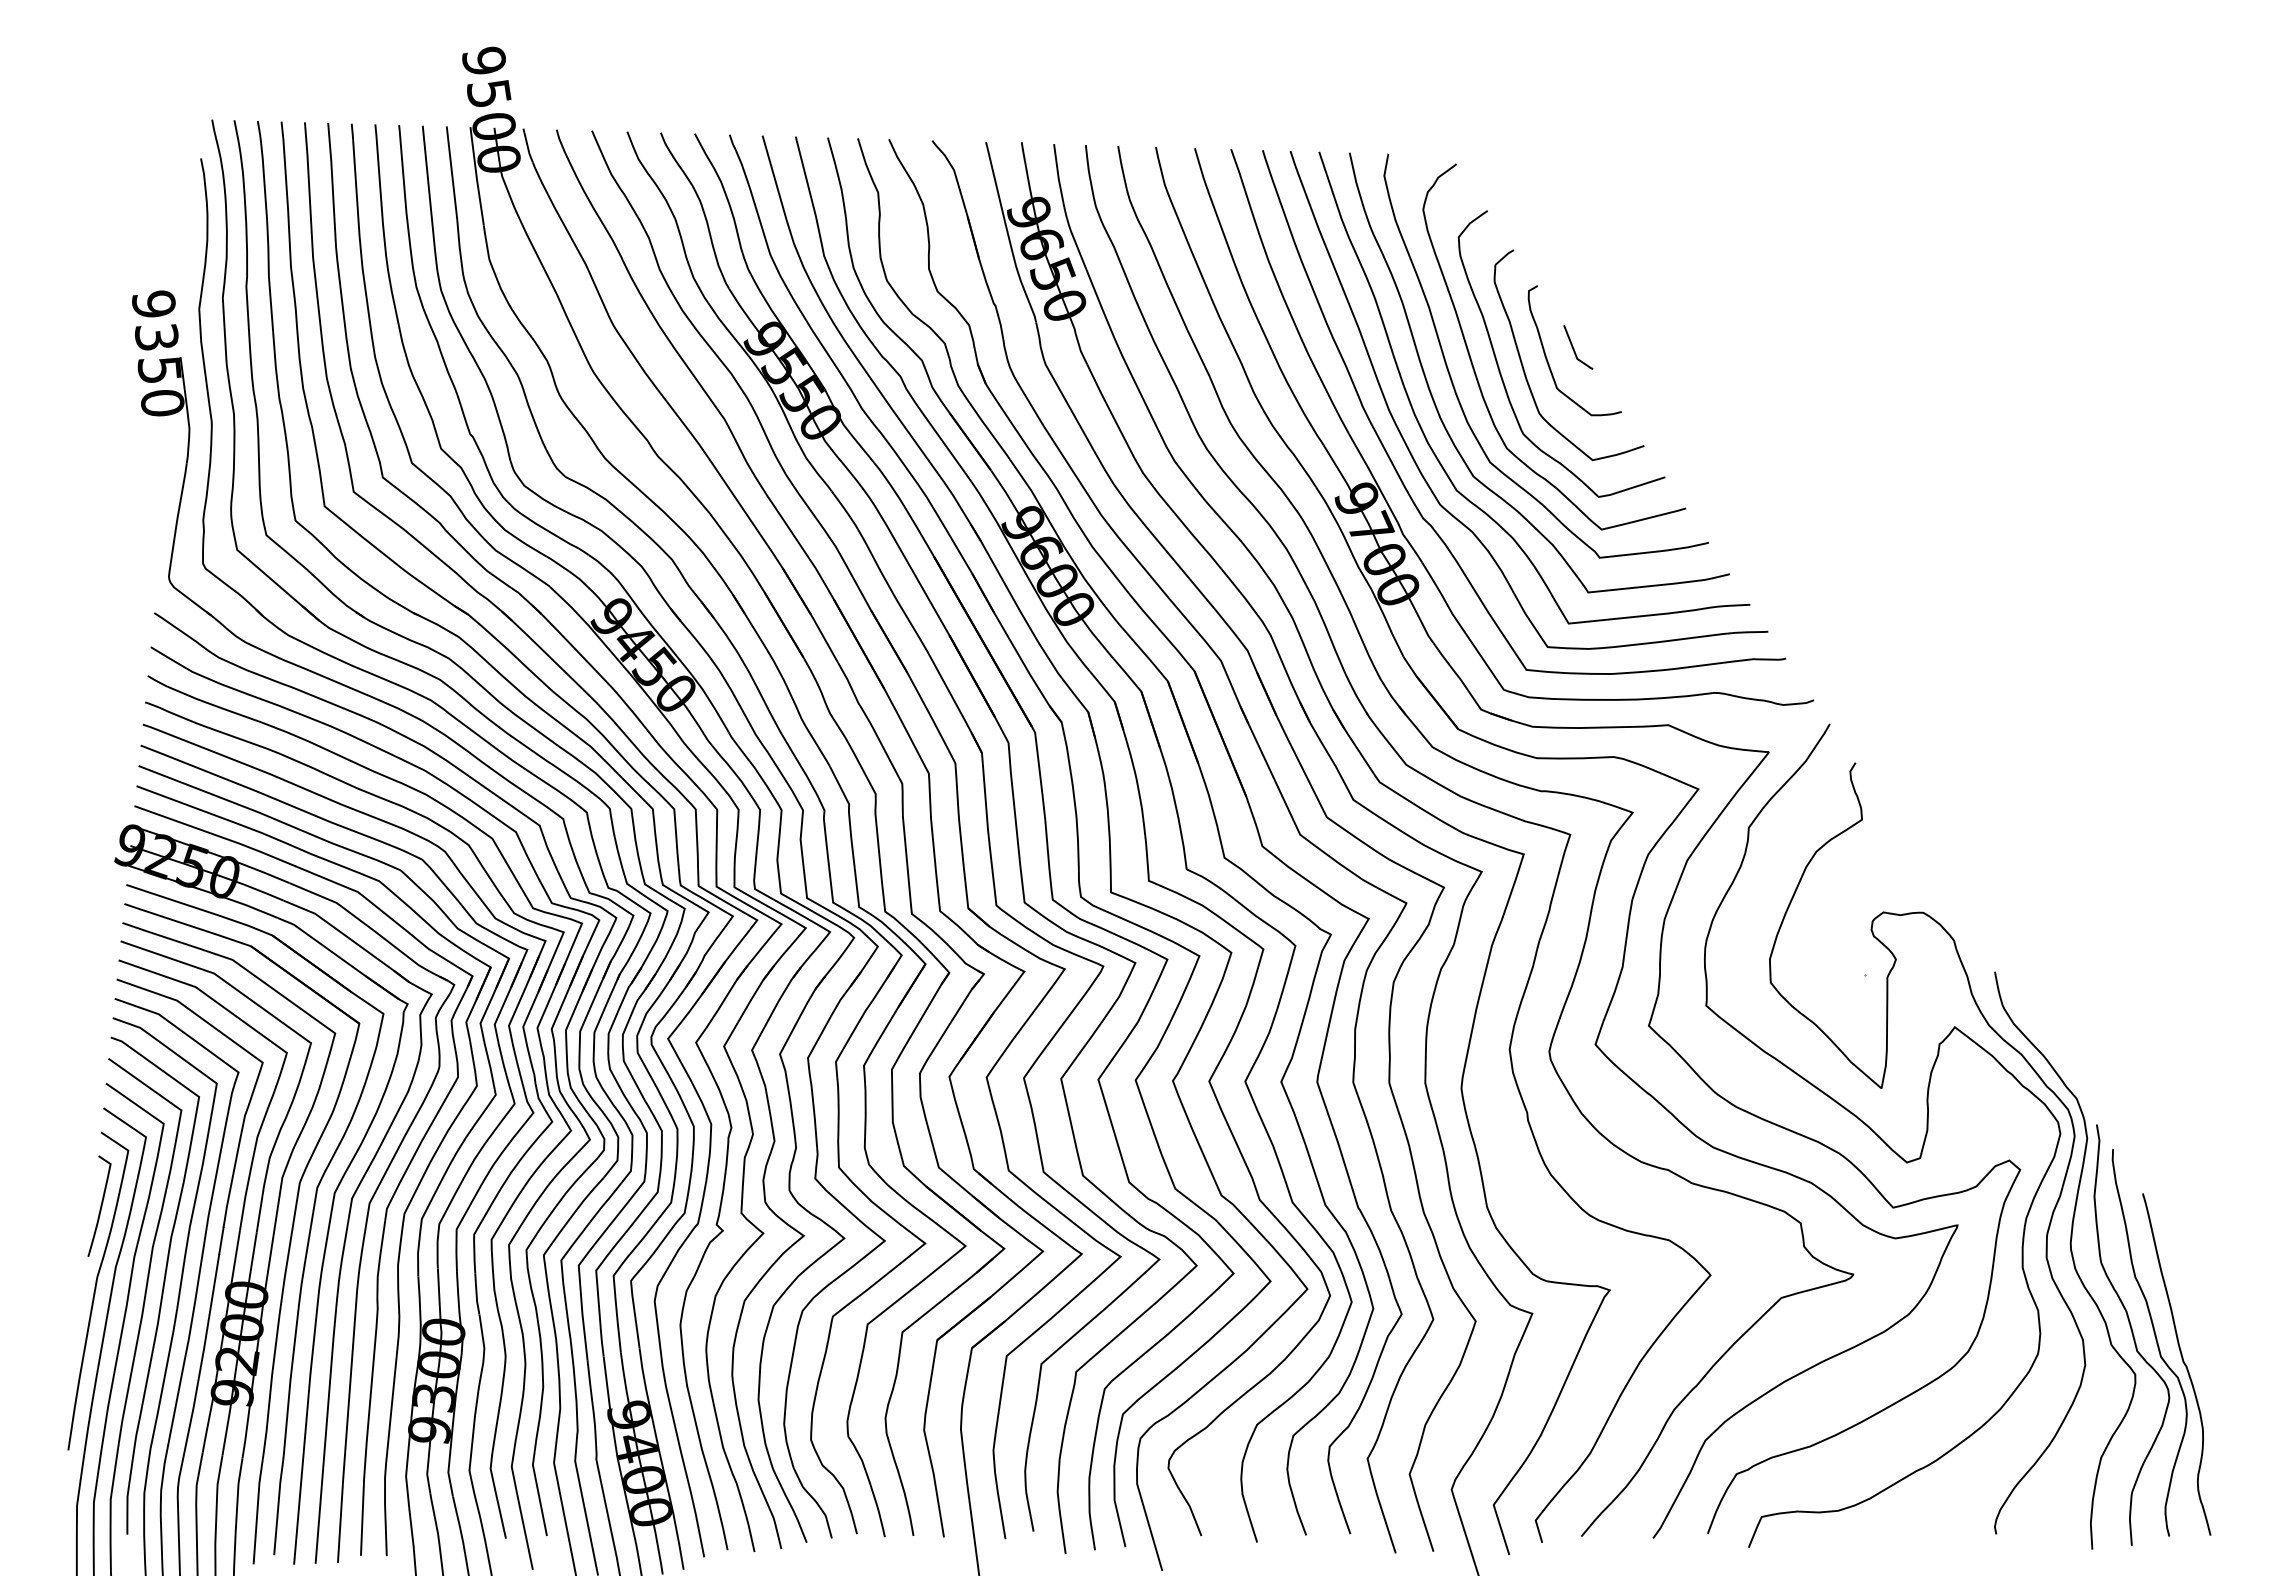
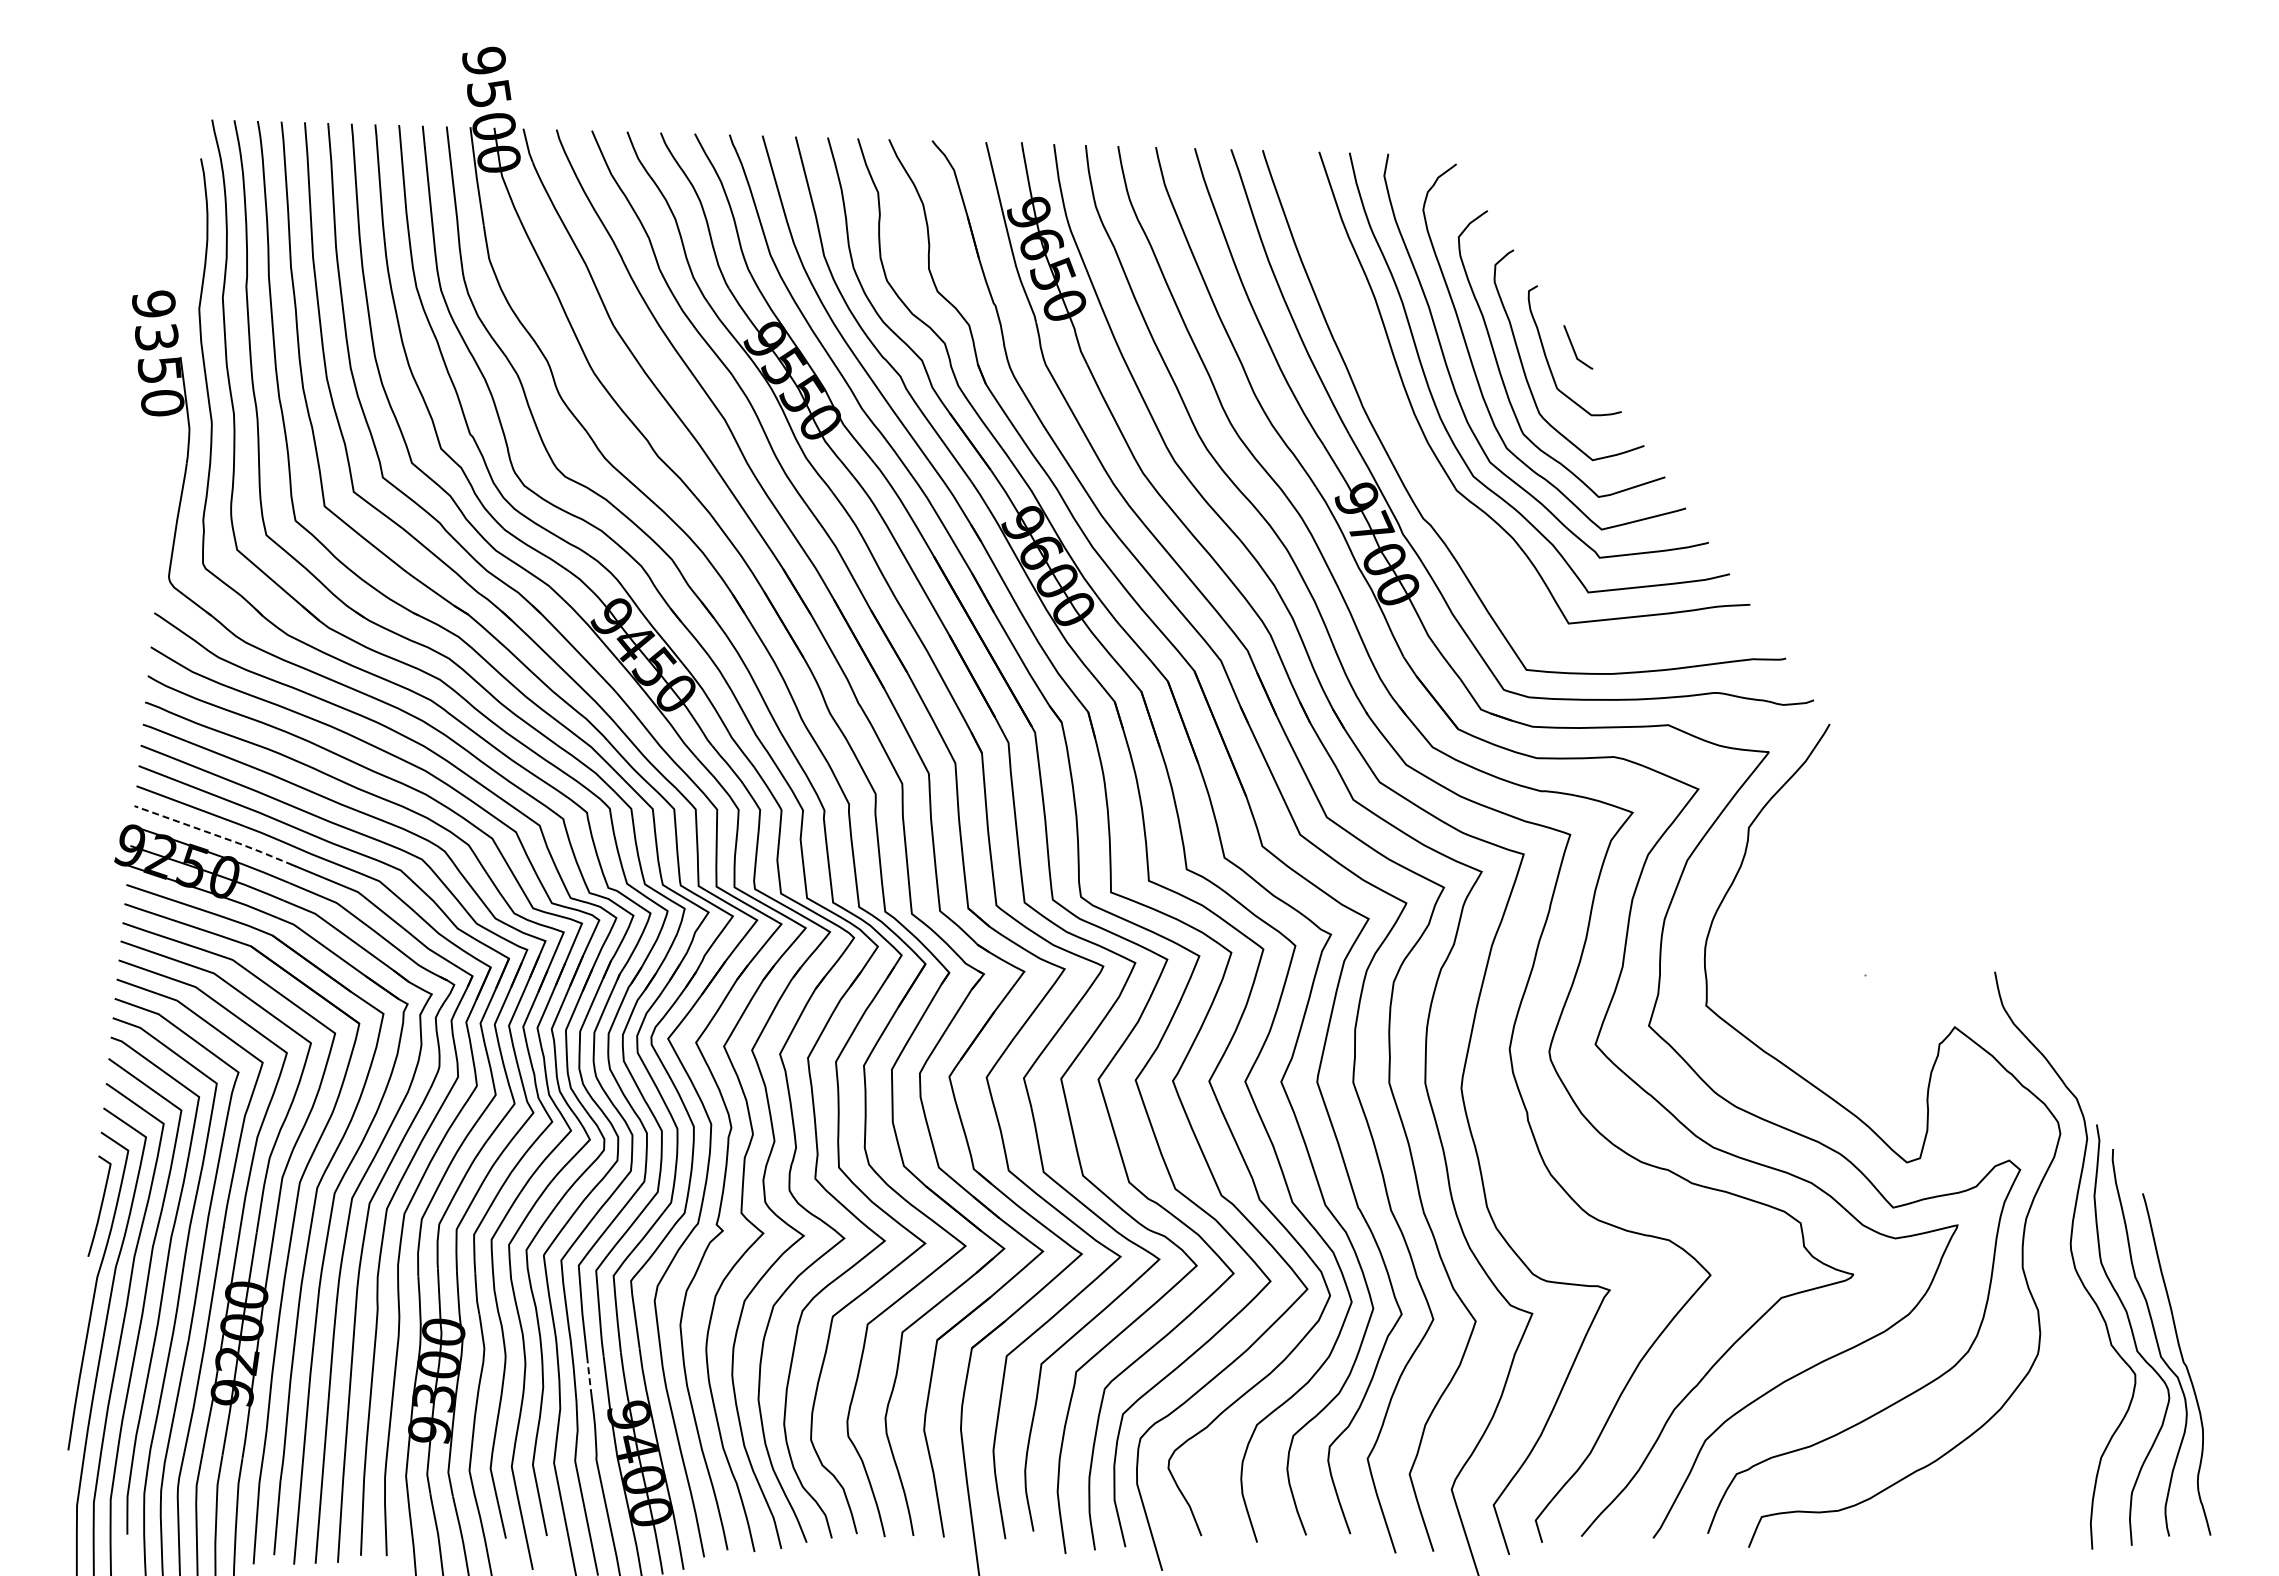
curve at (1414, 458): present -> none
line at (214, 834): solid -> dashed
curve at (1882, 1088): present -> none
line at (589, 1378): solid -> dashed
